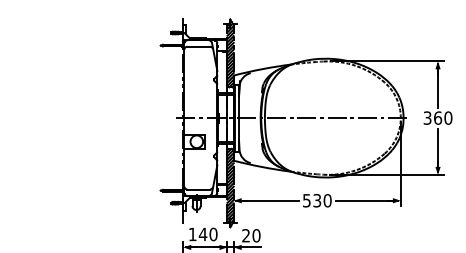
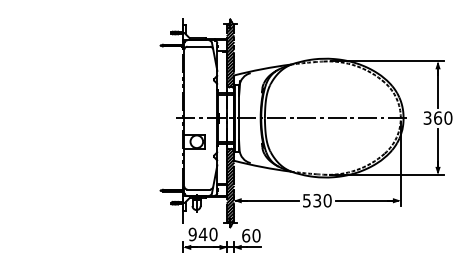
text at (192, 234): 140 -> 940
text at (246, 235): 20 -> 60
